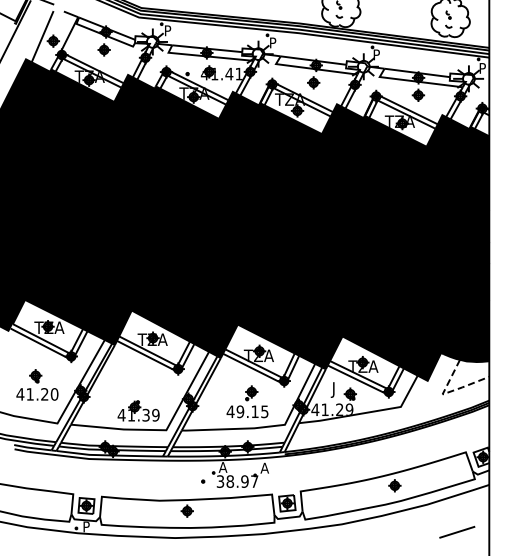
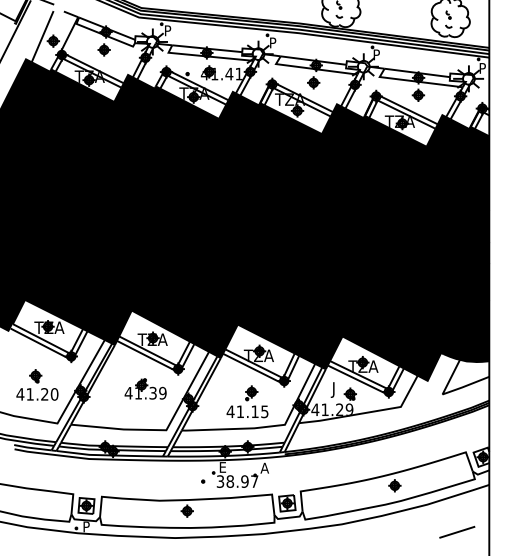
line at (448, 392): dashed -> solid
part at (138, 410) position: (138, 410) -> (145, 388)
text at (240, 411): 49.15 -> 41.15
text at (222, 467): A -> E
